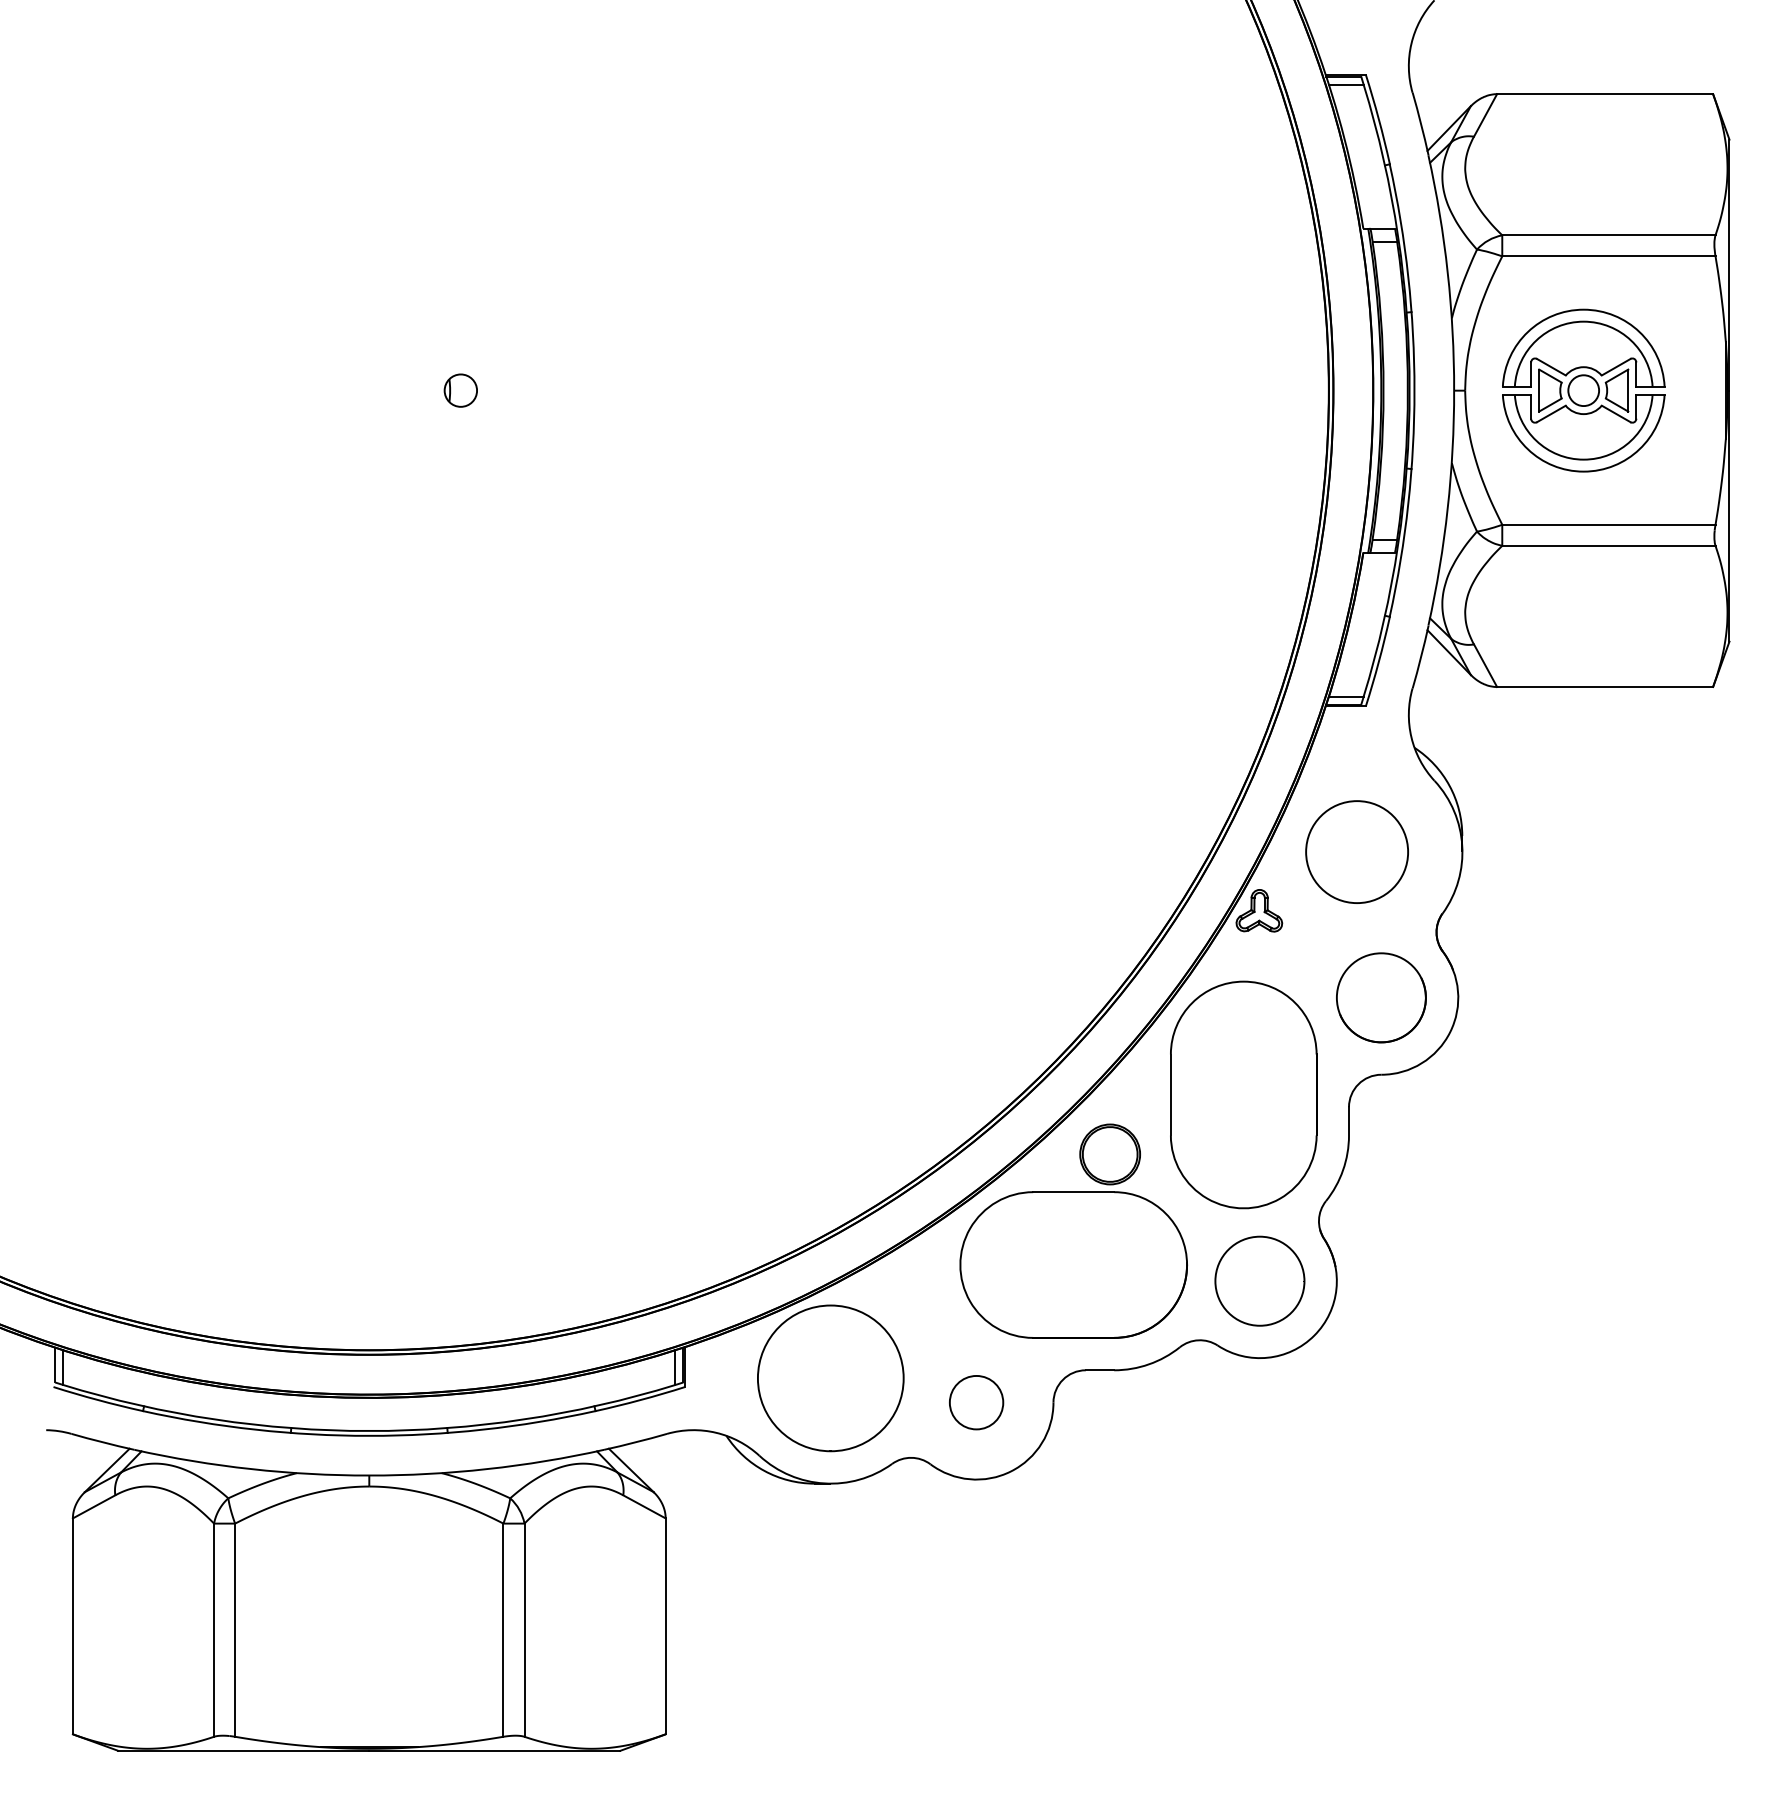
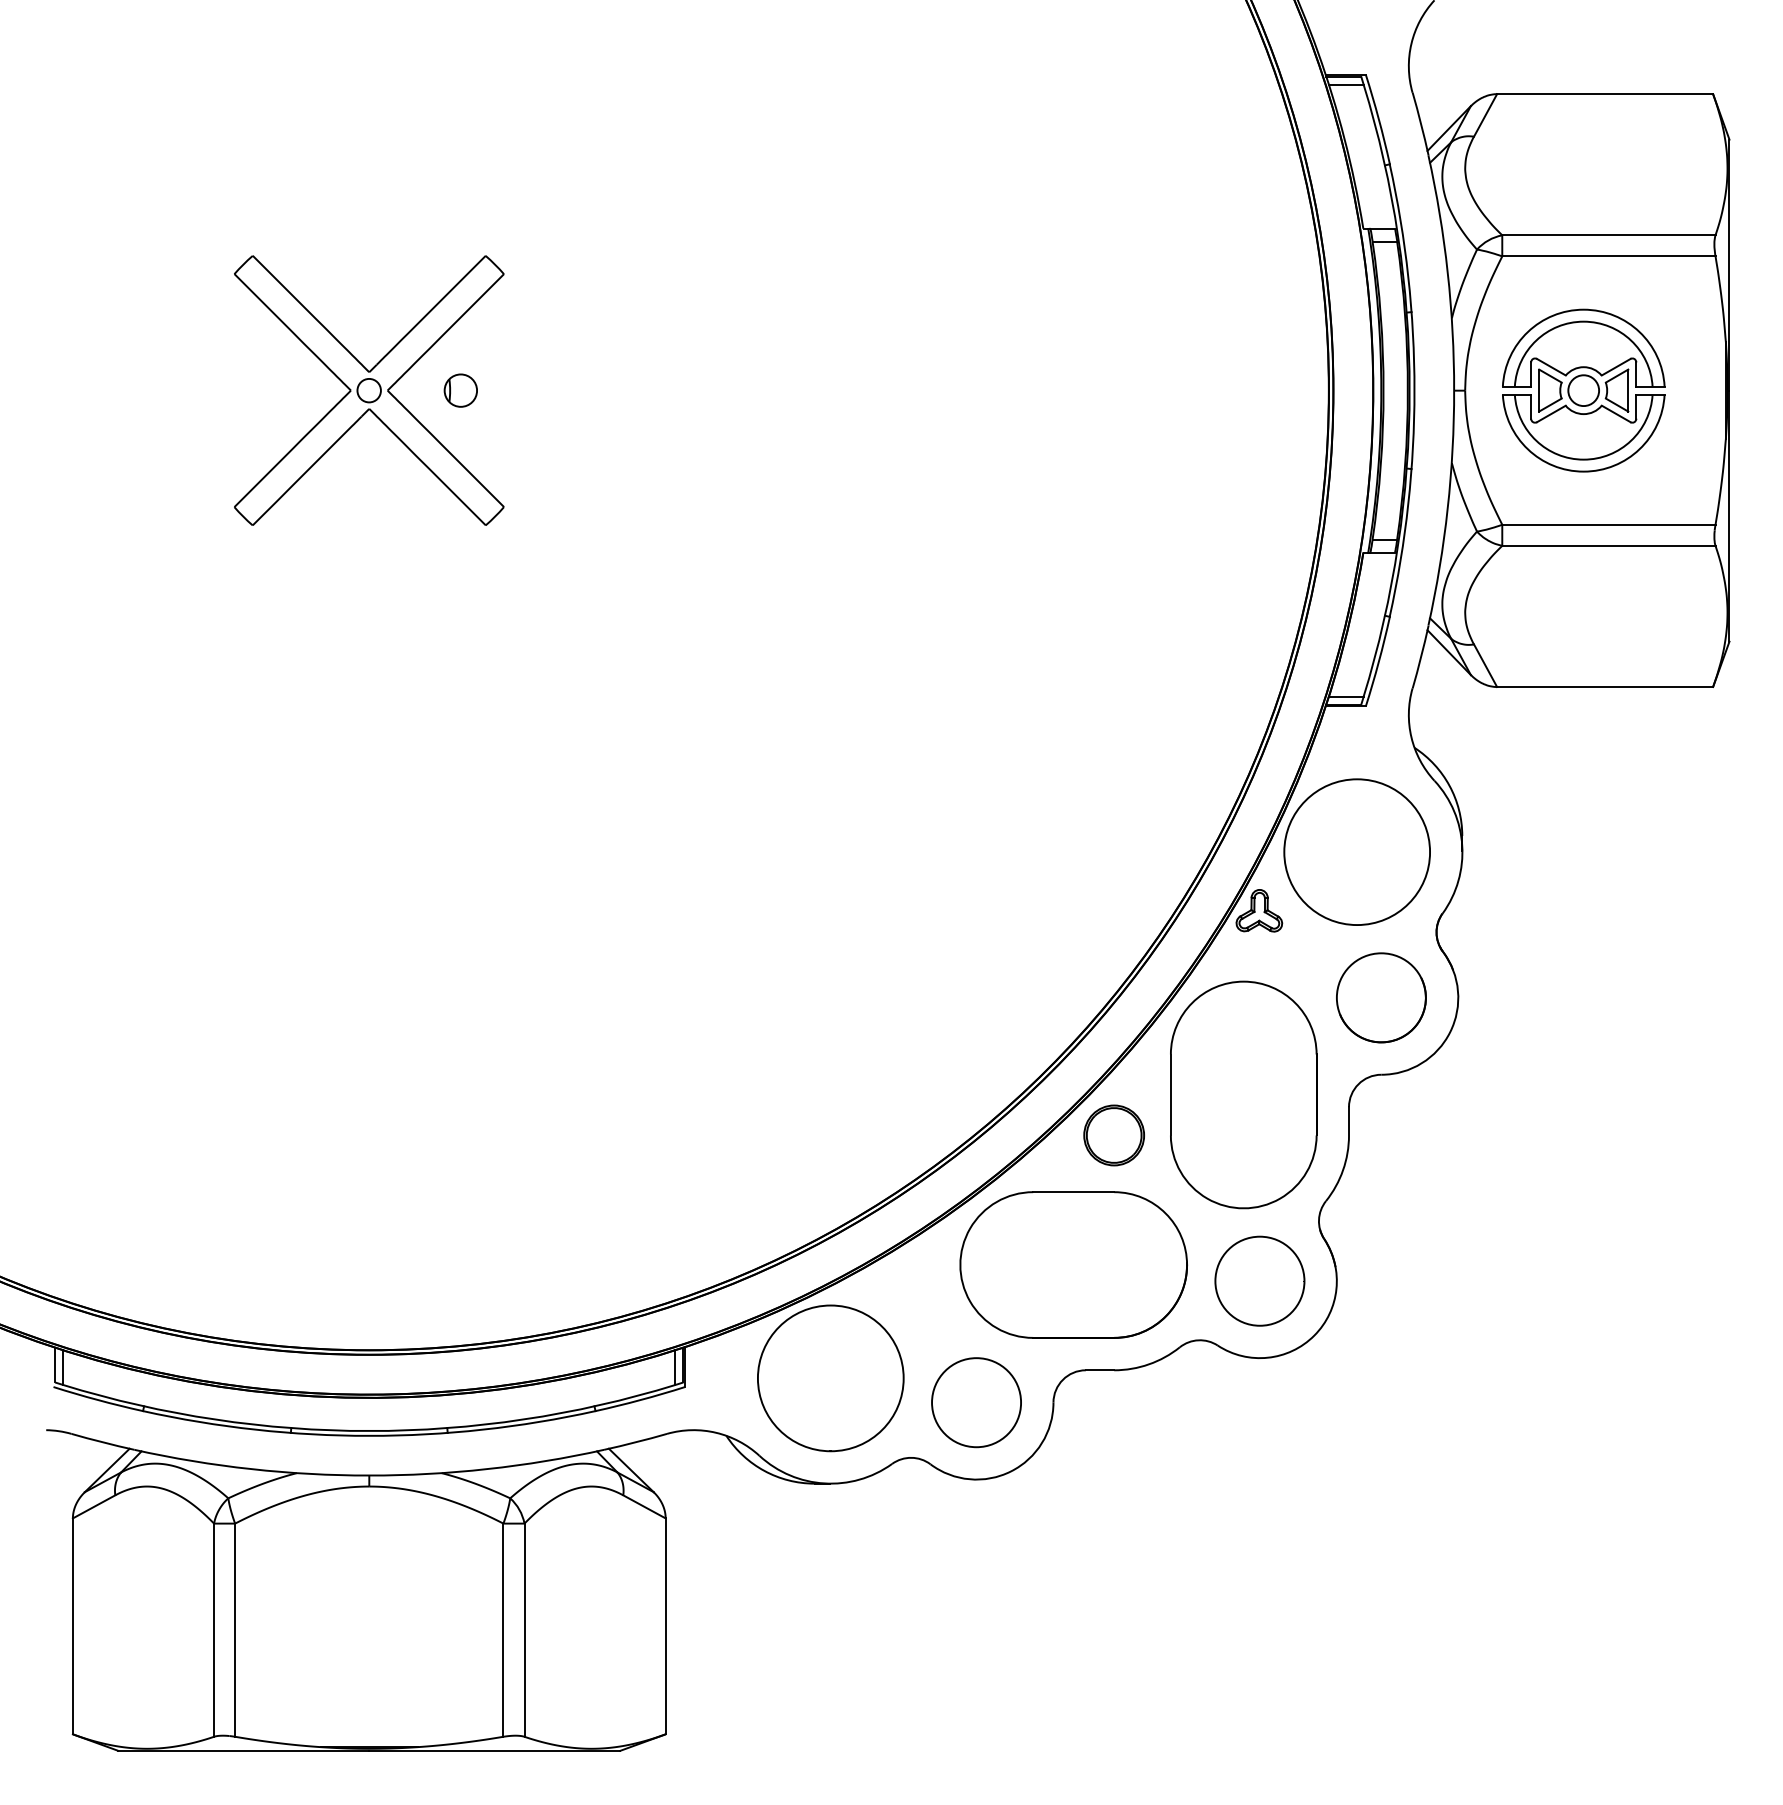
part at (369, 390): none -> present
circle at (1356, 851) size: 104x104 px -> 148x148 px
part at (1109, 1154) position: (1109, 1154) -> (1113, 1135)
circle at (976, 1402) diameter: 53 px -> 89 px
